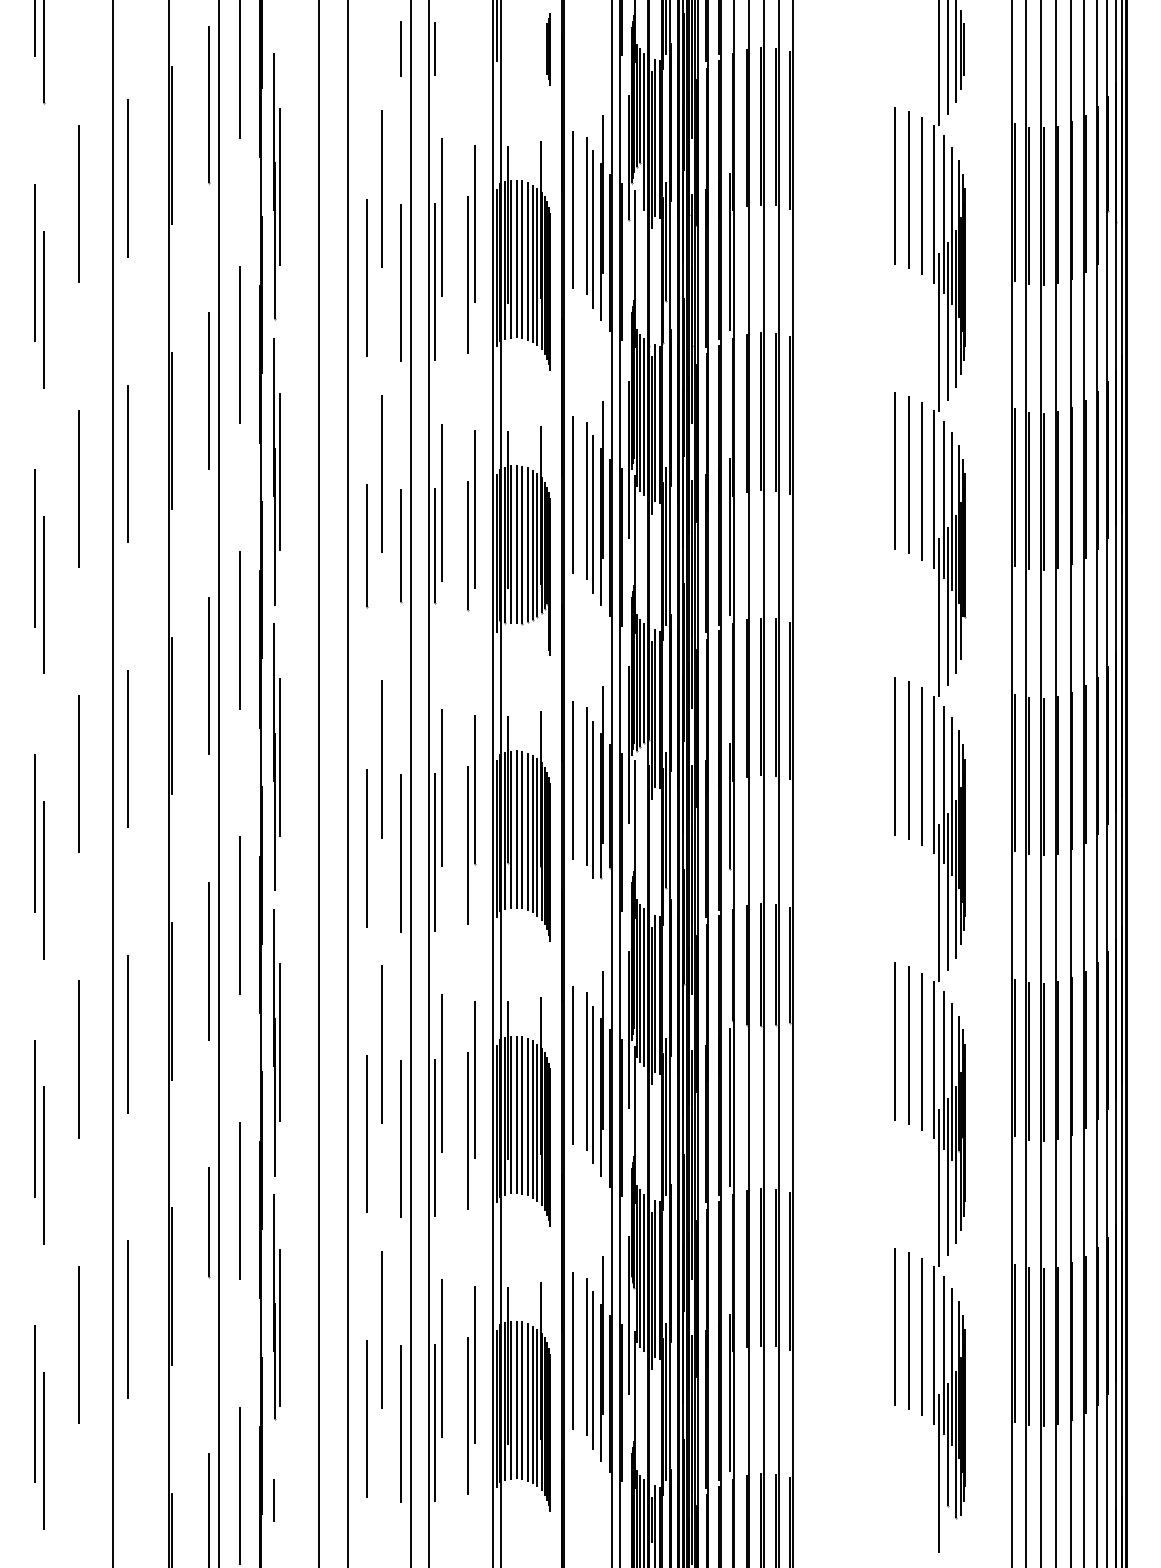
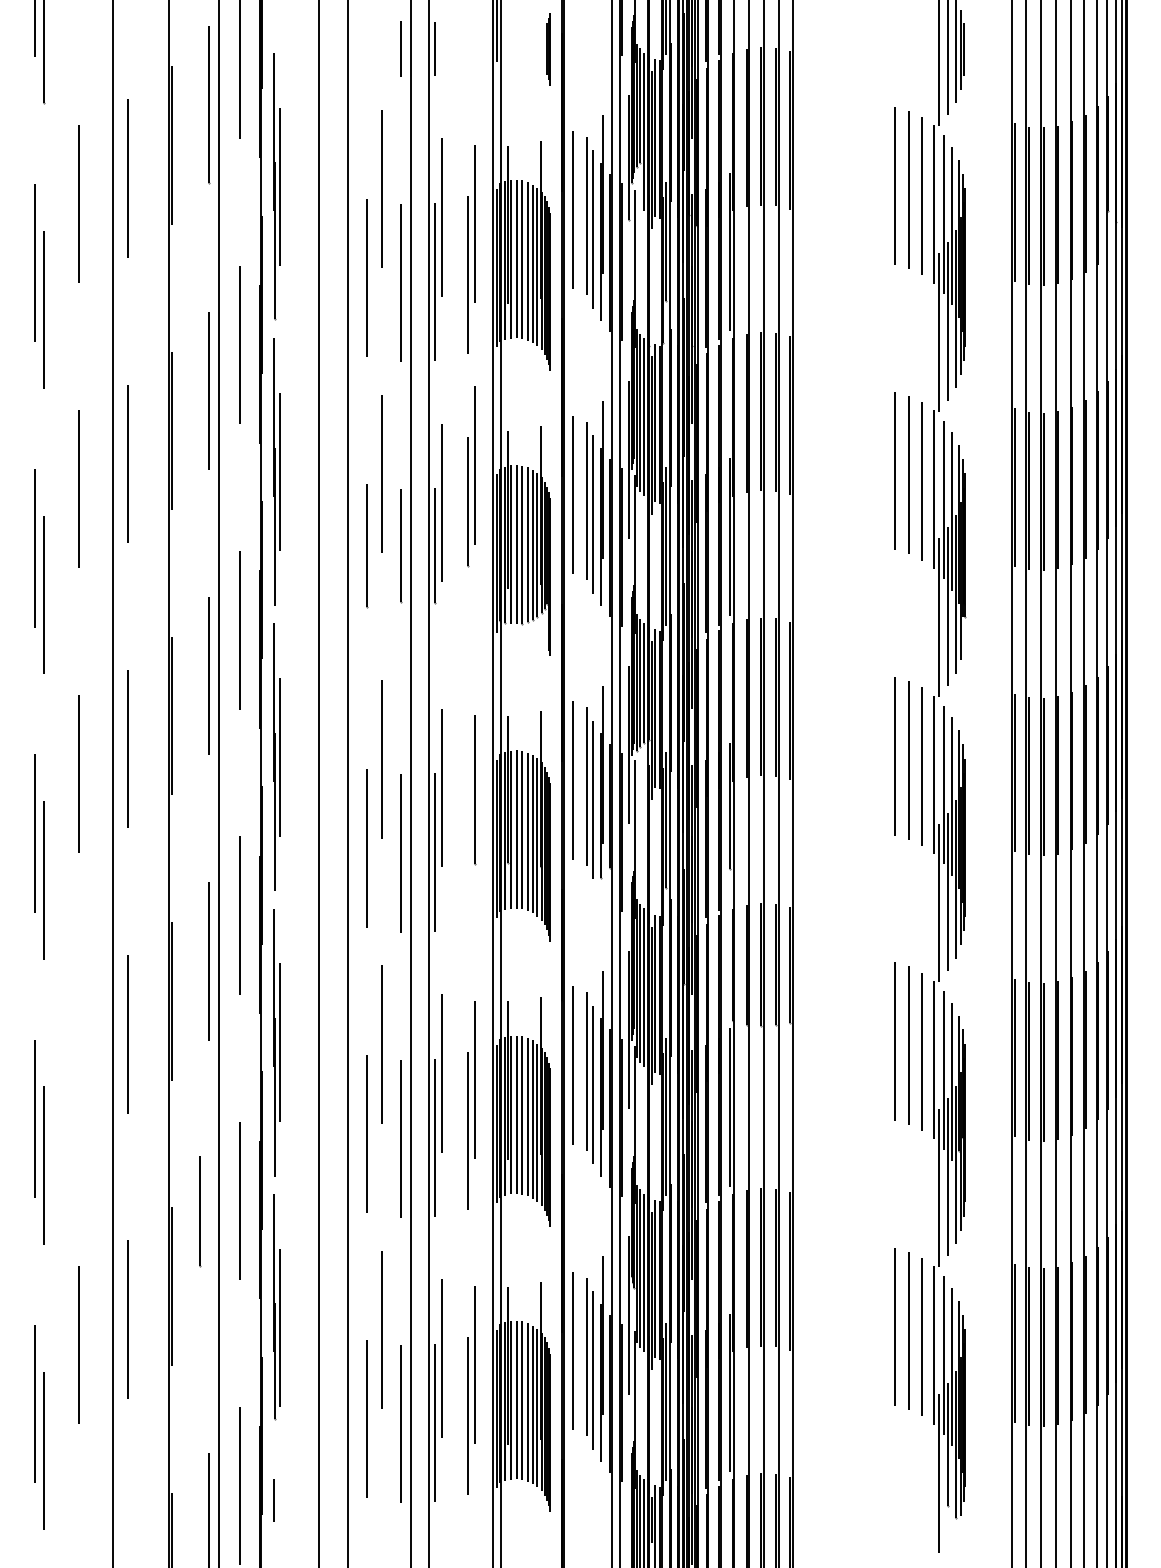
part at (471, 520) position: (471, 520) -> (471, 476)
line at (468, 845): present -> none
line at (79, 1059): present -> none
line at (209, 1222) position: (209, 1222) -> (200, 1211)
